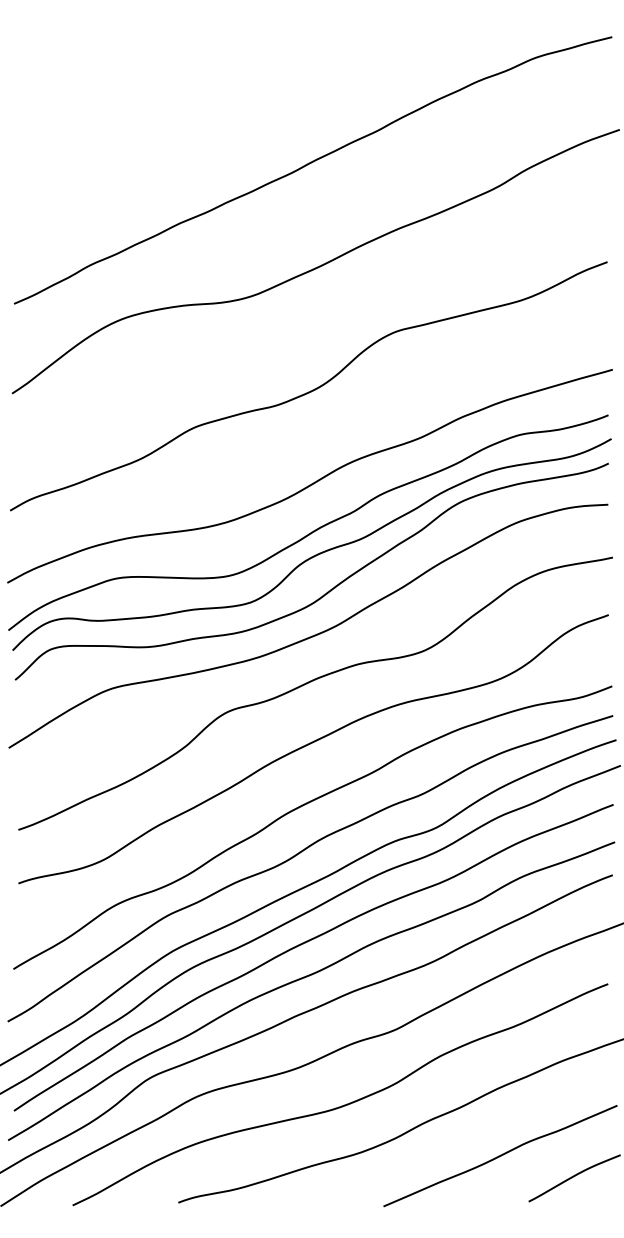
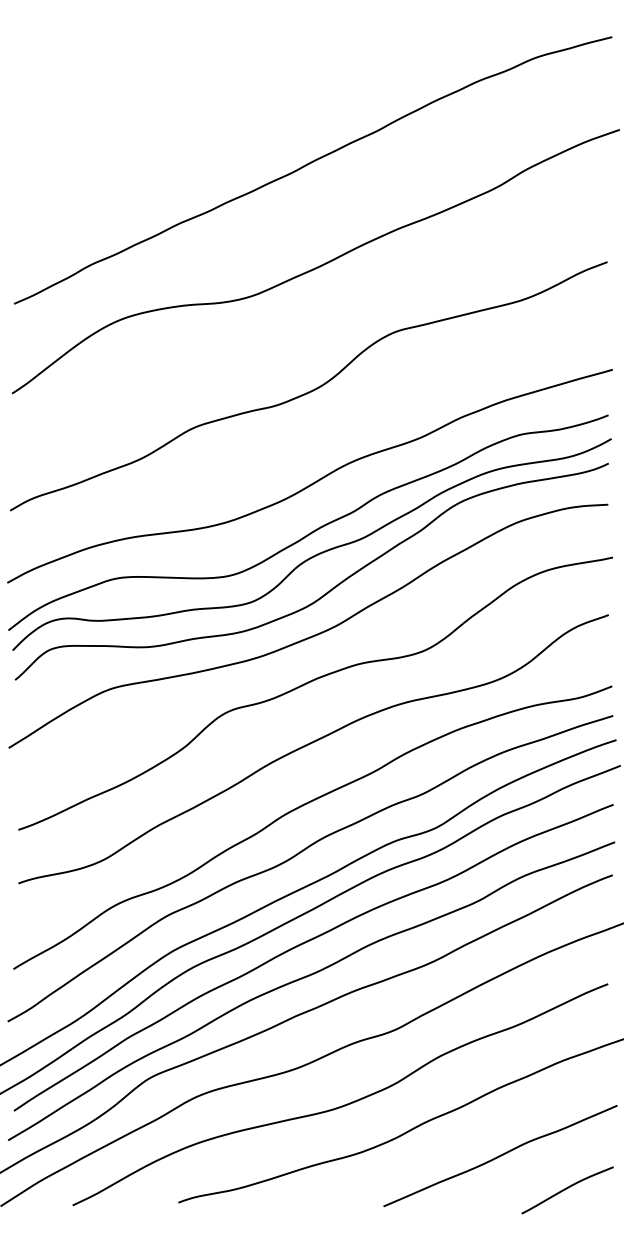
curve at (573, 1177) position: (573, 1177) -> (566, 1189)
